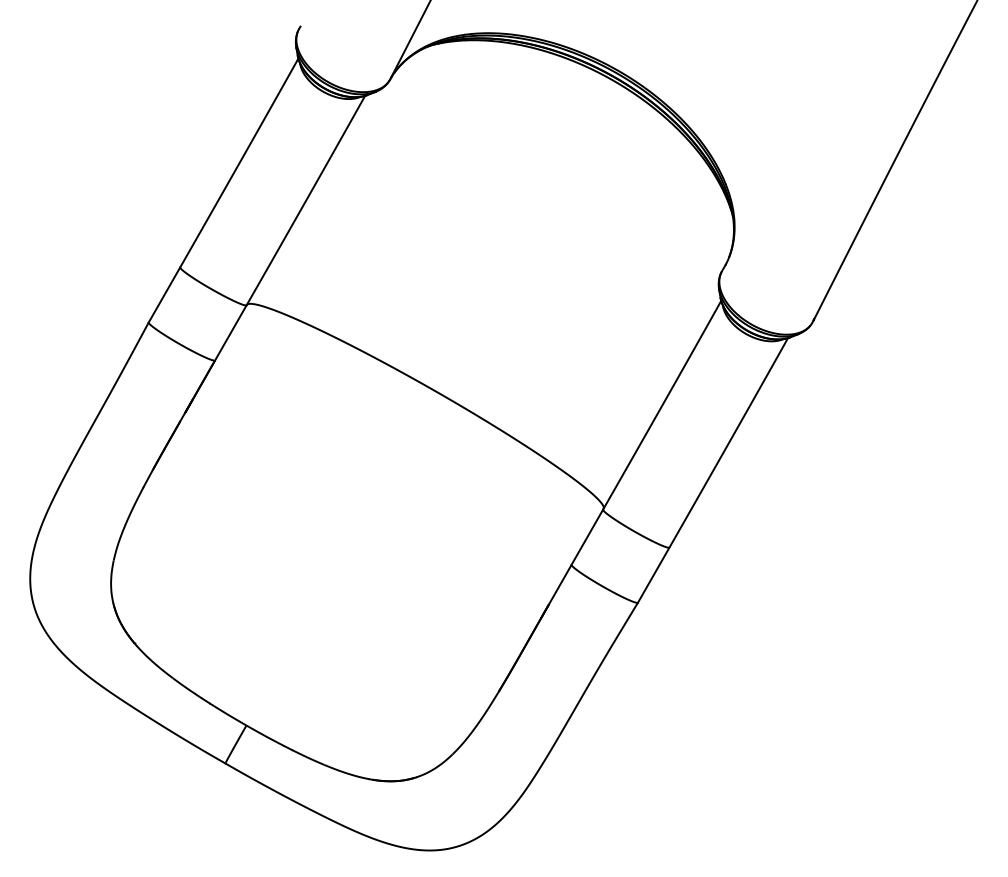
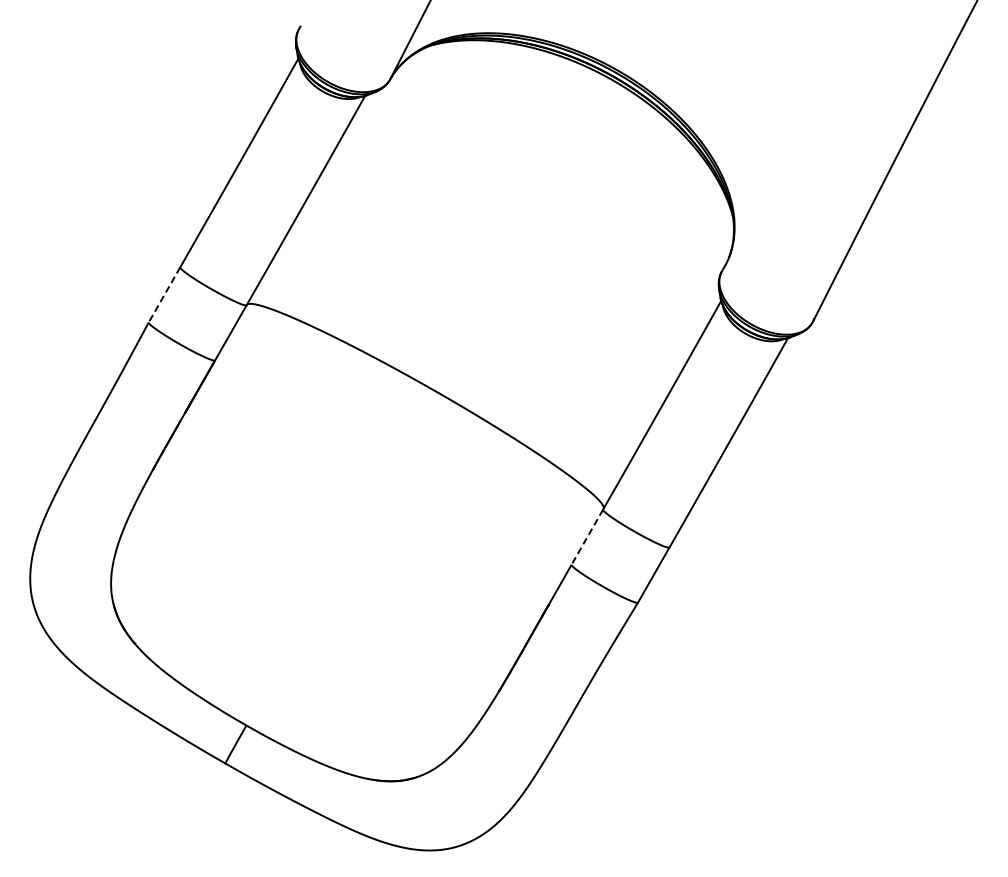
line at (164, 294): solid -> dashed
line at (587, 537): solid -> dashed
